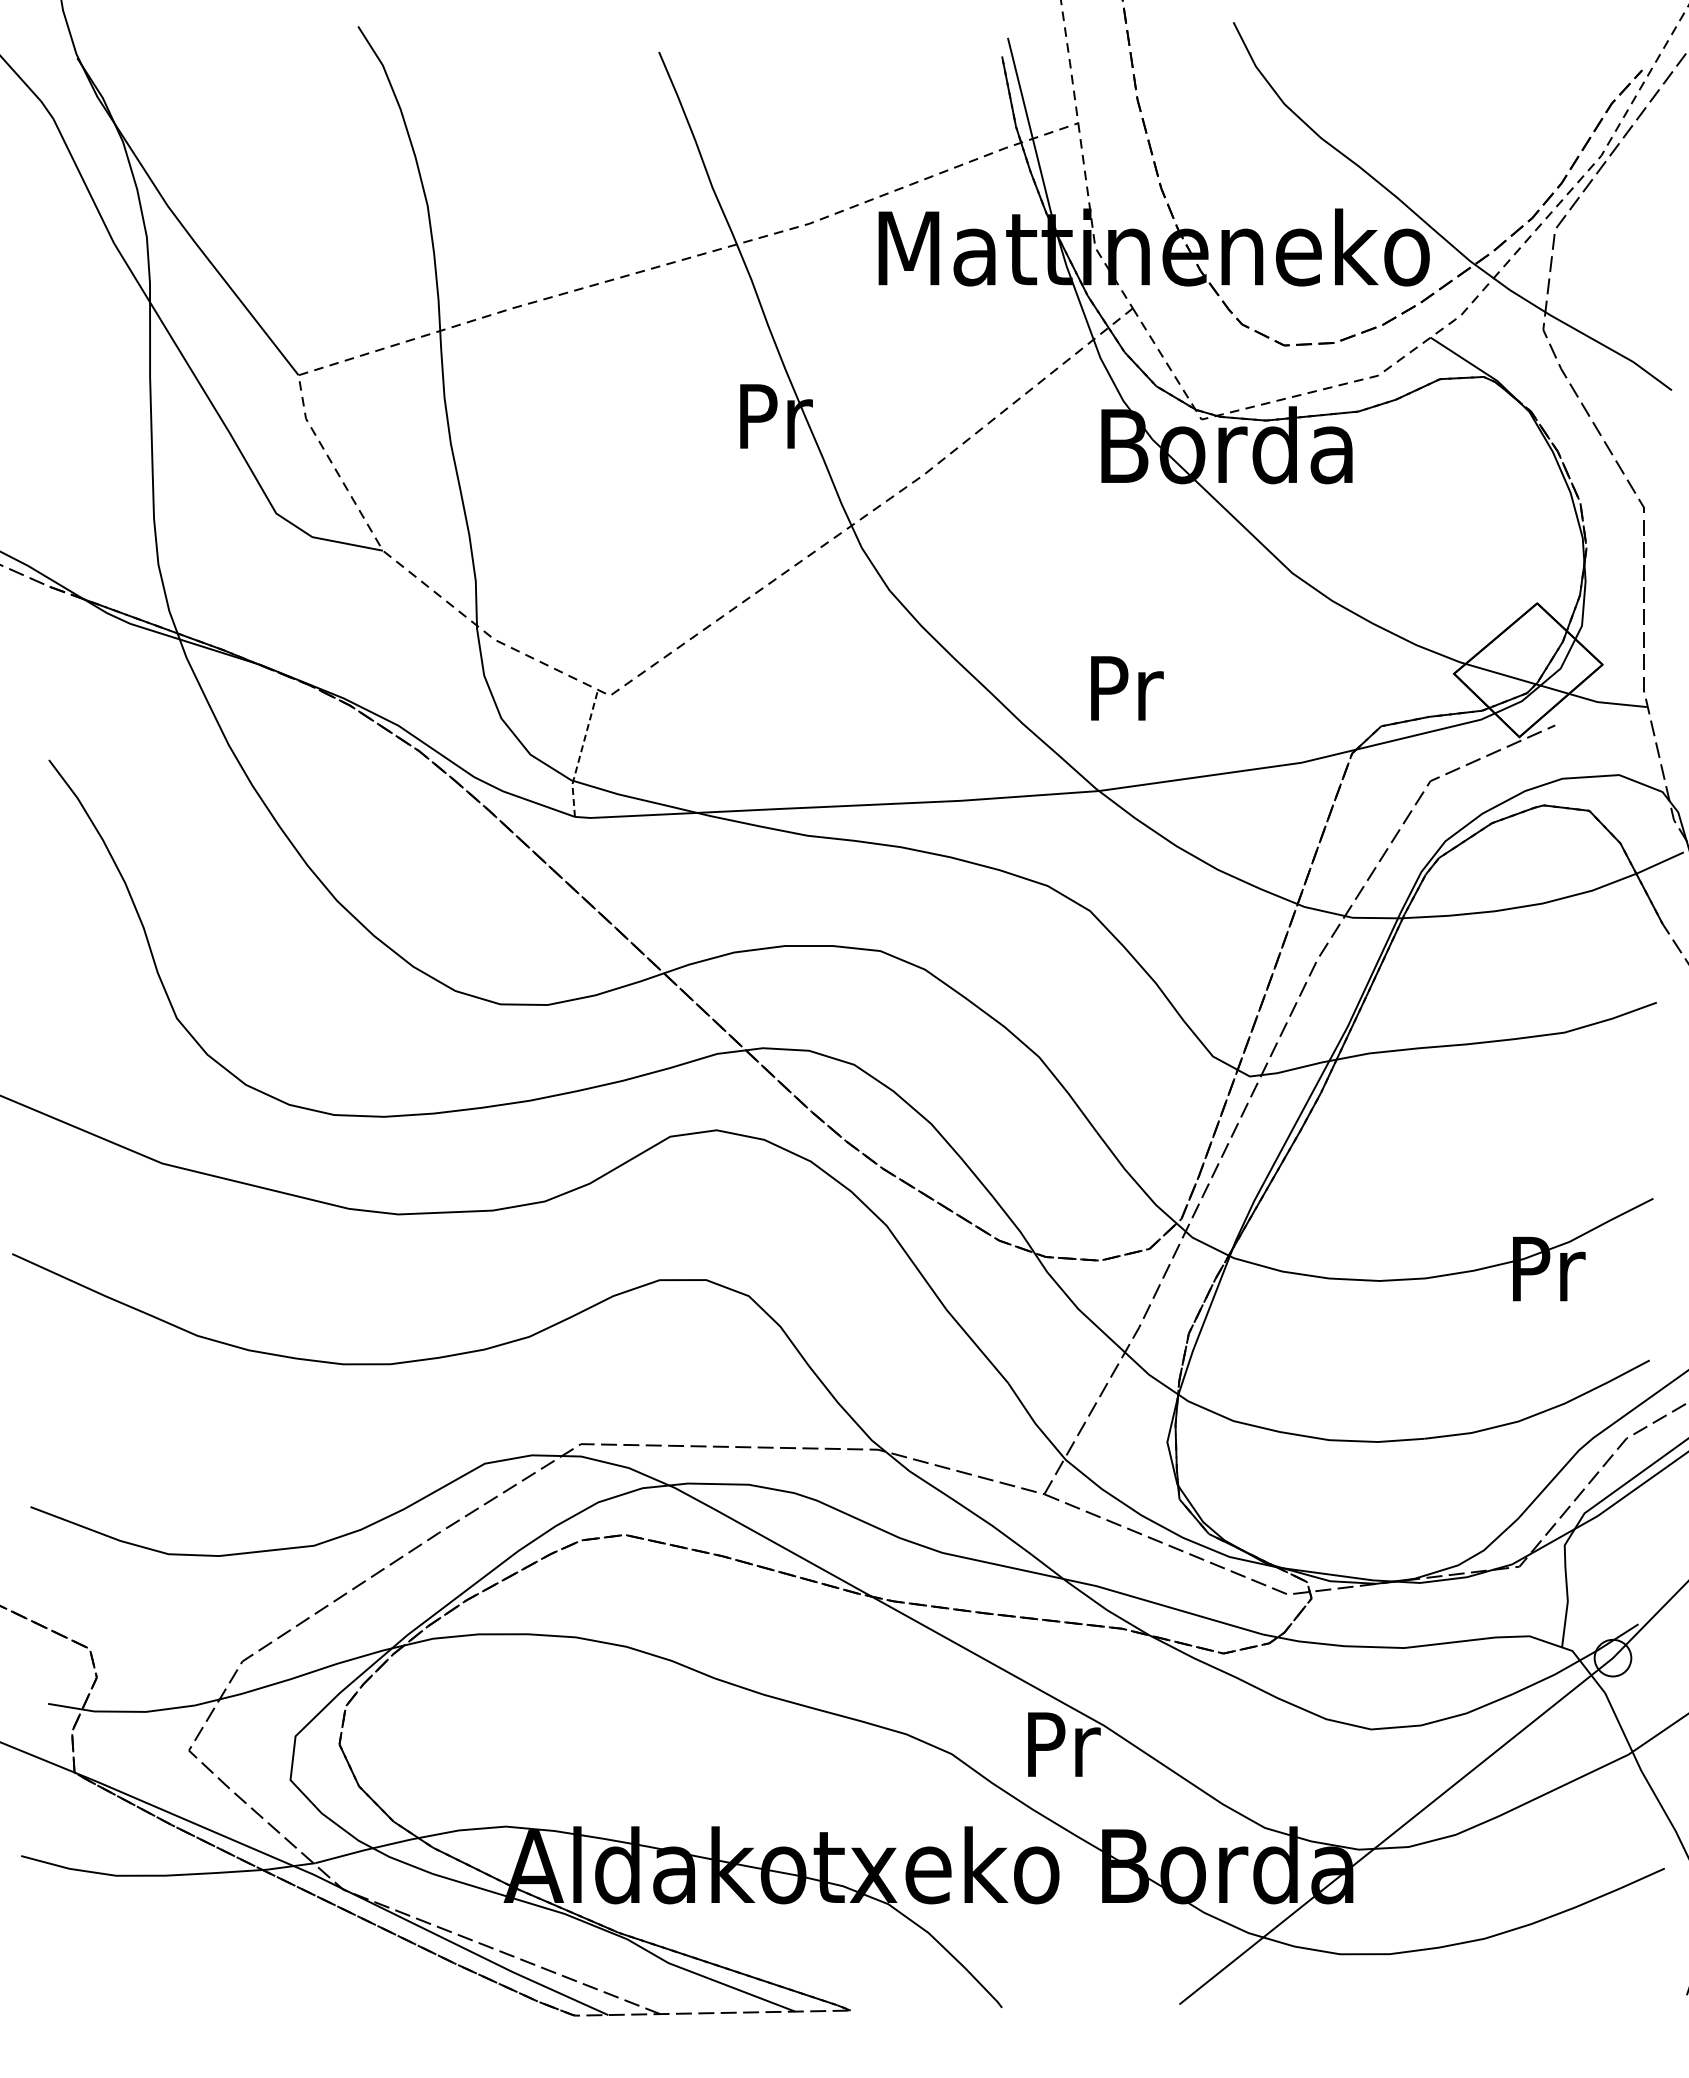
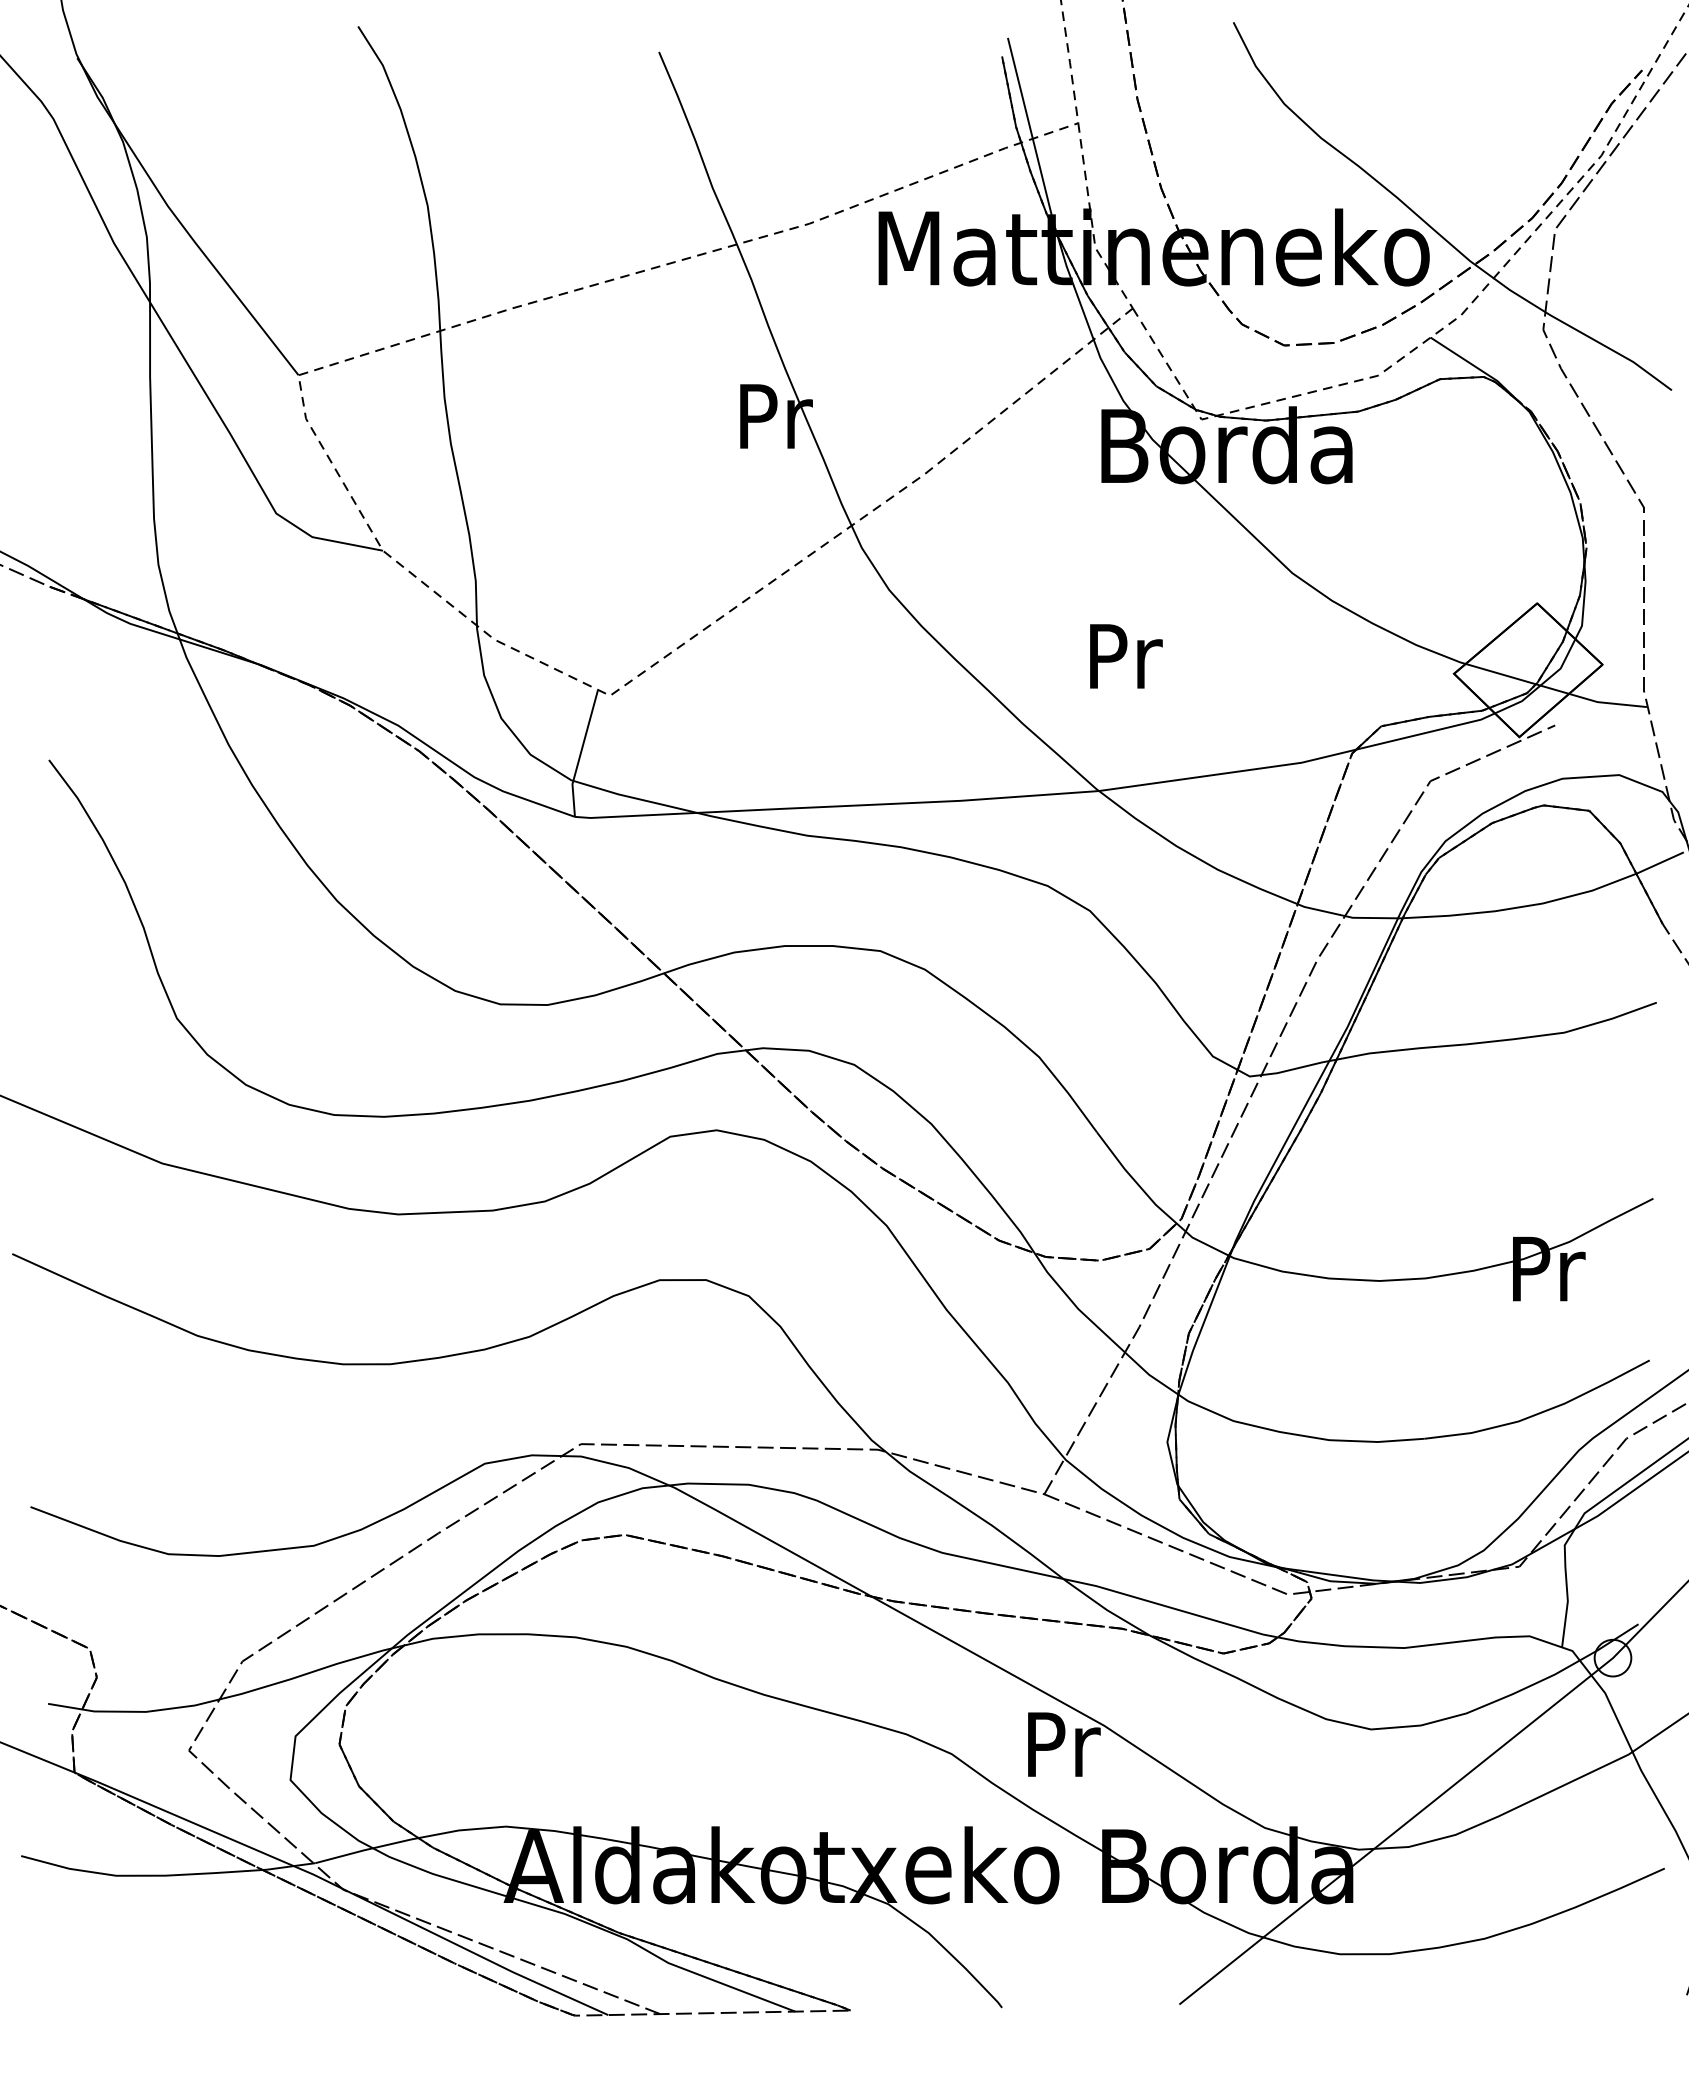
text at (1127, 688) position: (1127, 688) -> (1126, 656)
line at (580, 753): dashed -> solid
